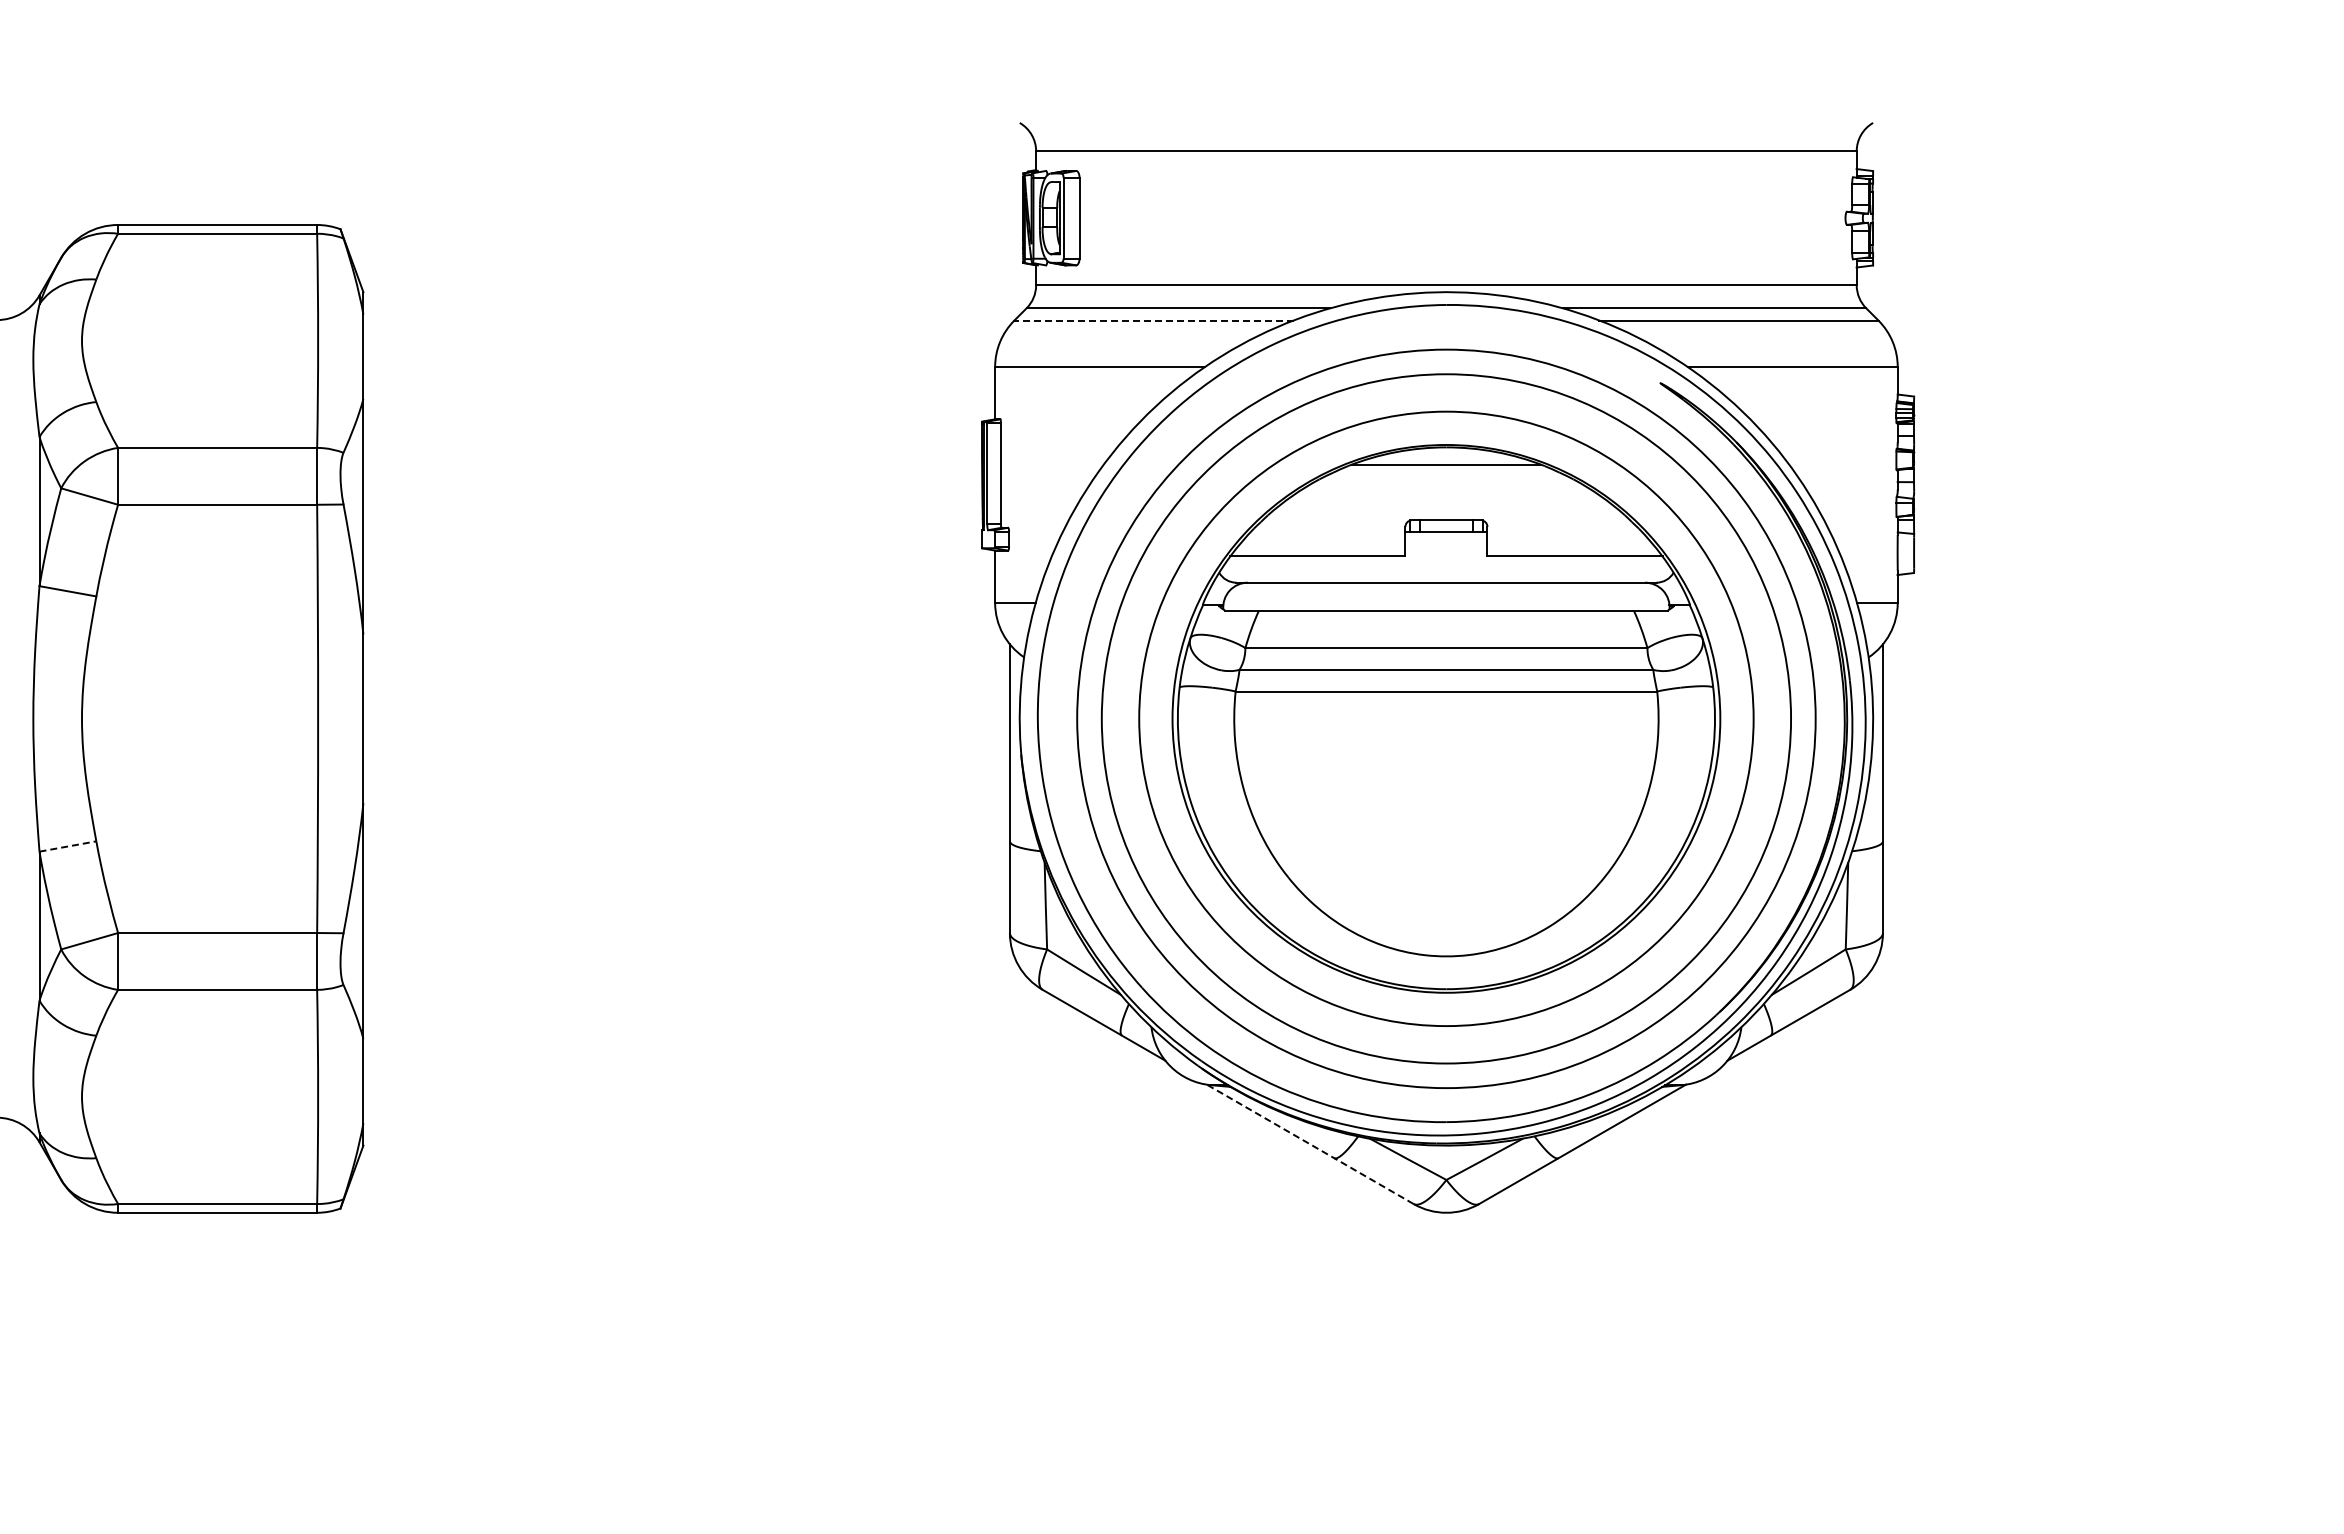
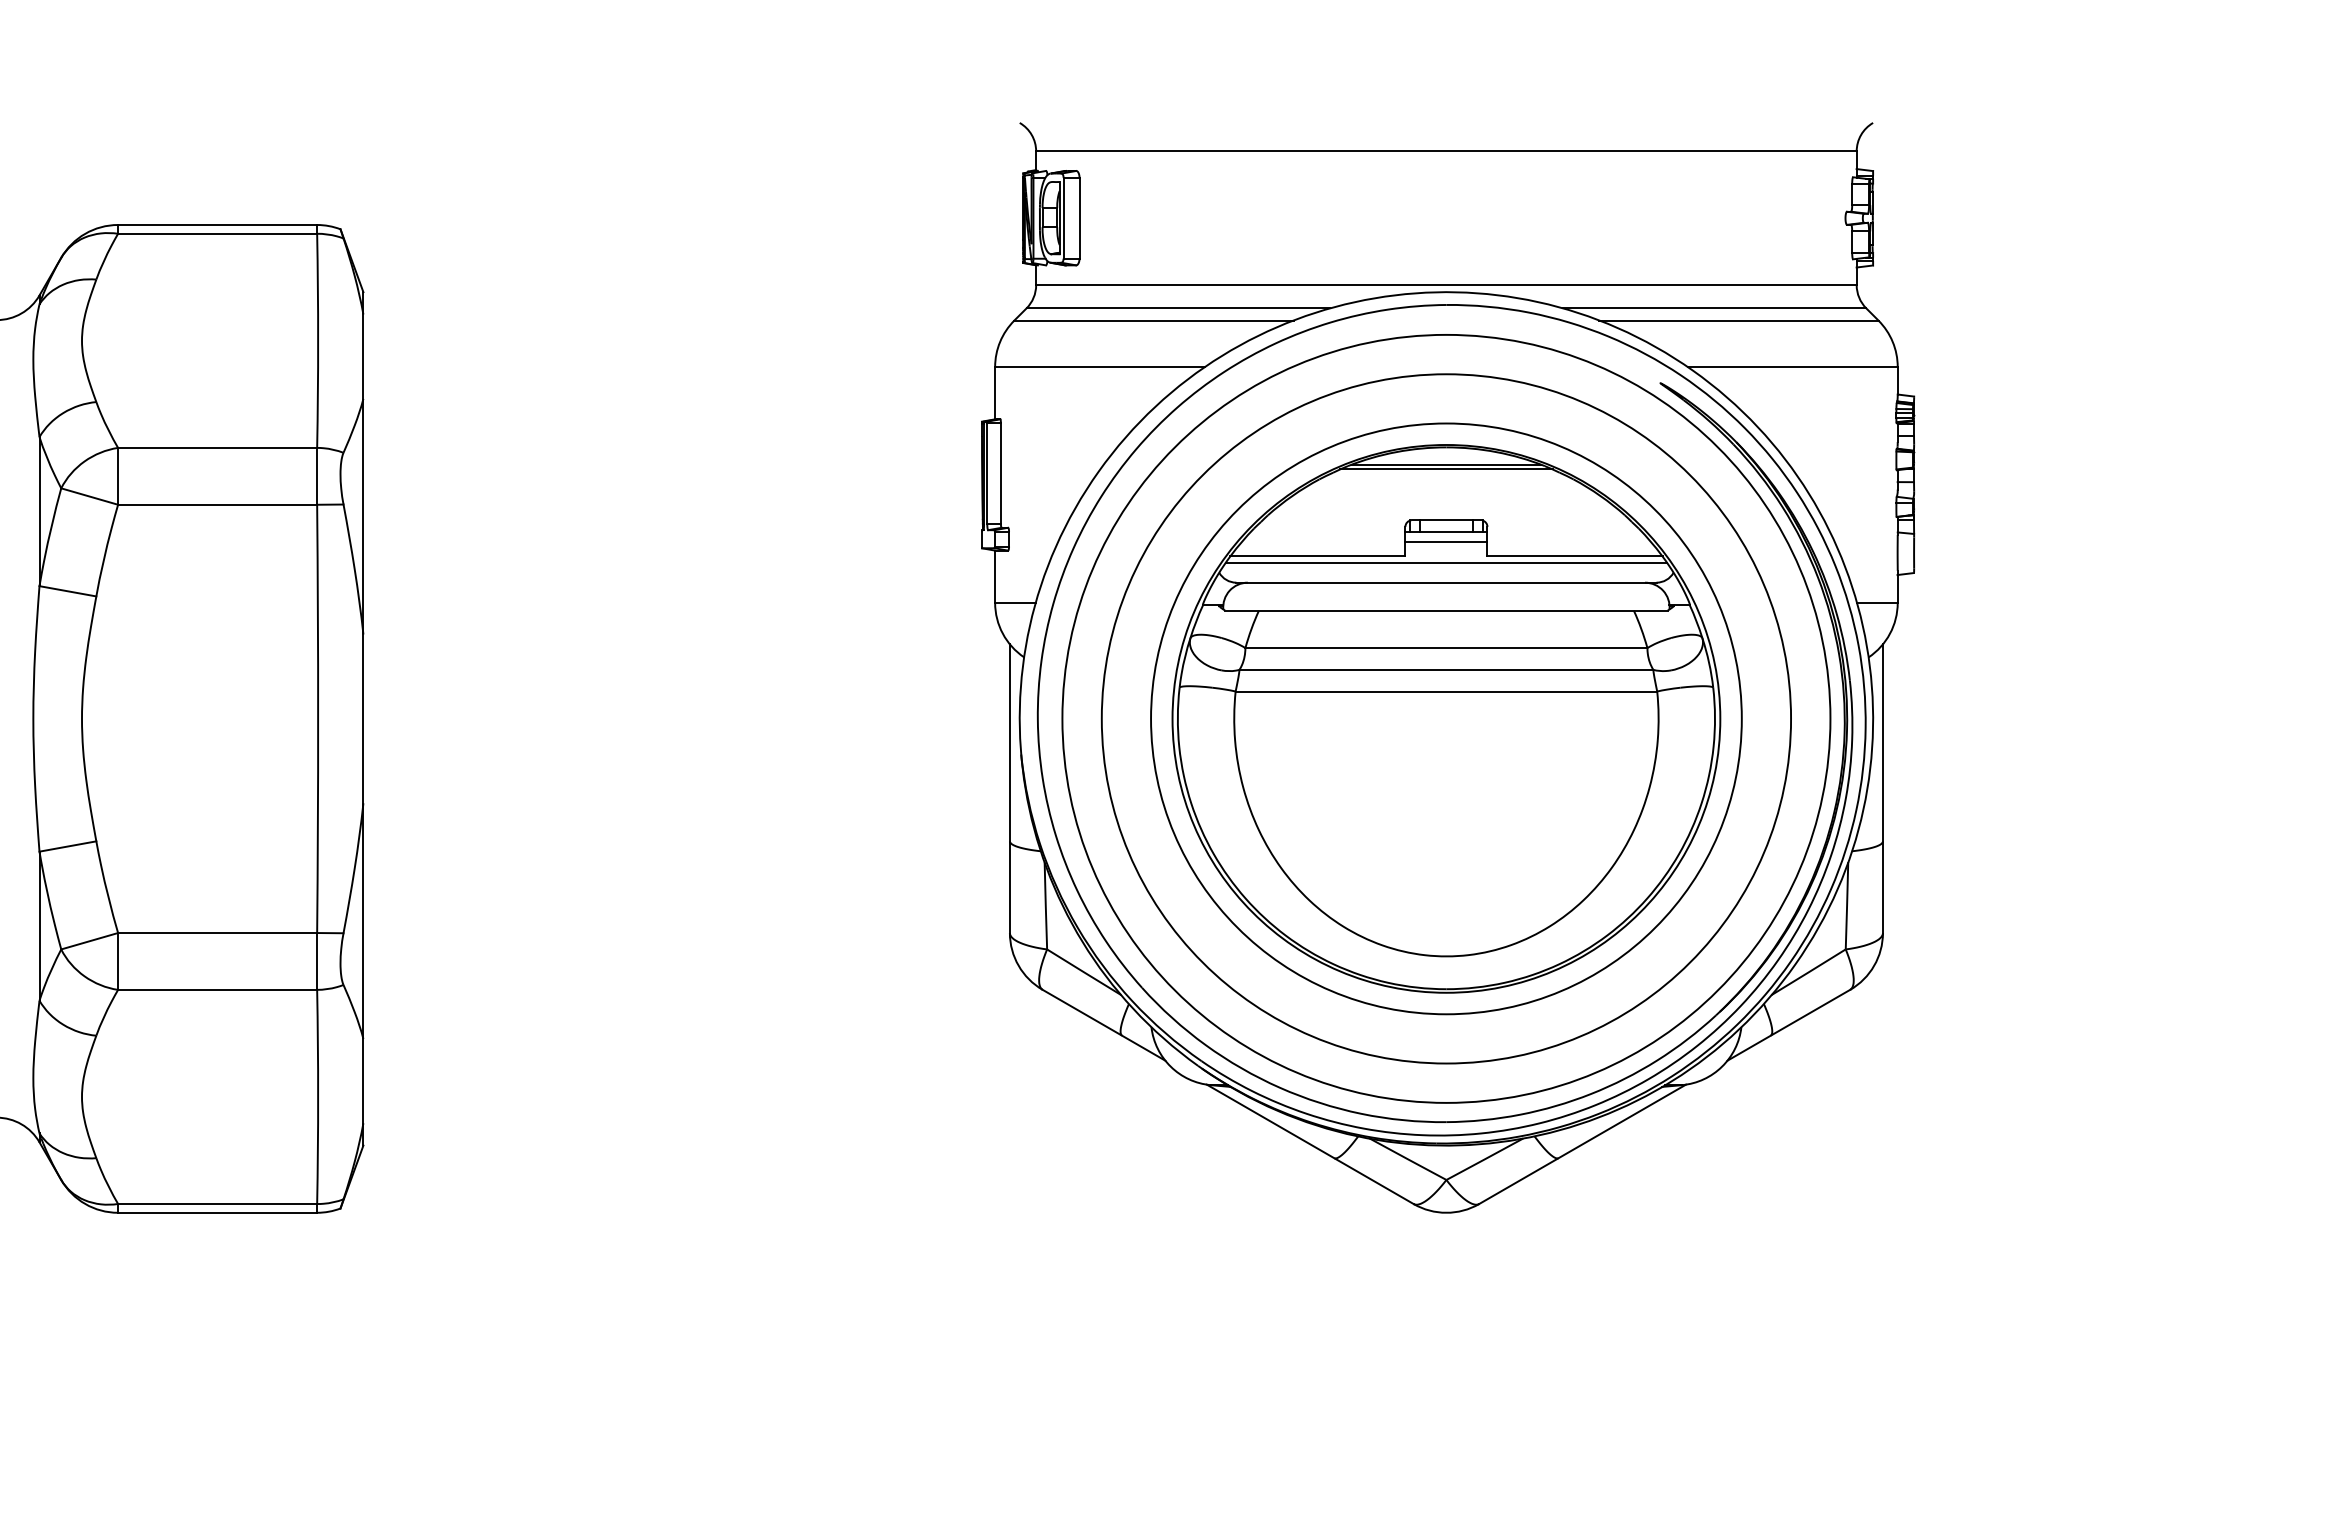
line at (1154, 320): dashed -> solid
line at (1446, 469): none -> present
line at (1446, 541): none -> present
line at (1446, 562): none -> present
circle at (1446, 718) diameter: 614 px -> 768 px
circle at (1446, 718) diameter: 738 px -> 591 px
line at (67, 846): dashed -> solid
line at (1309, 1144): dashed -> solid
